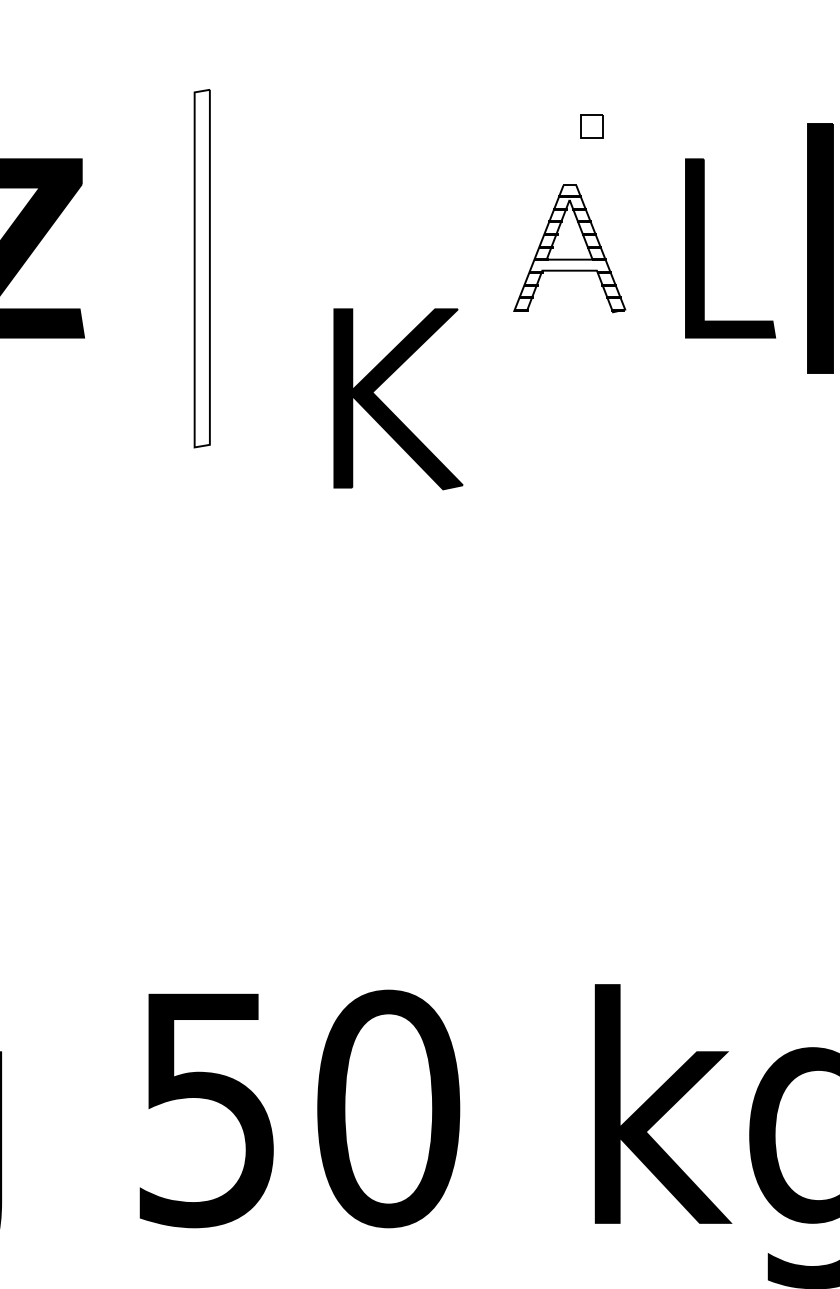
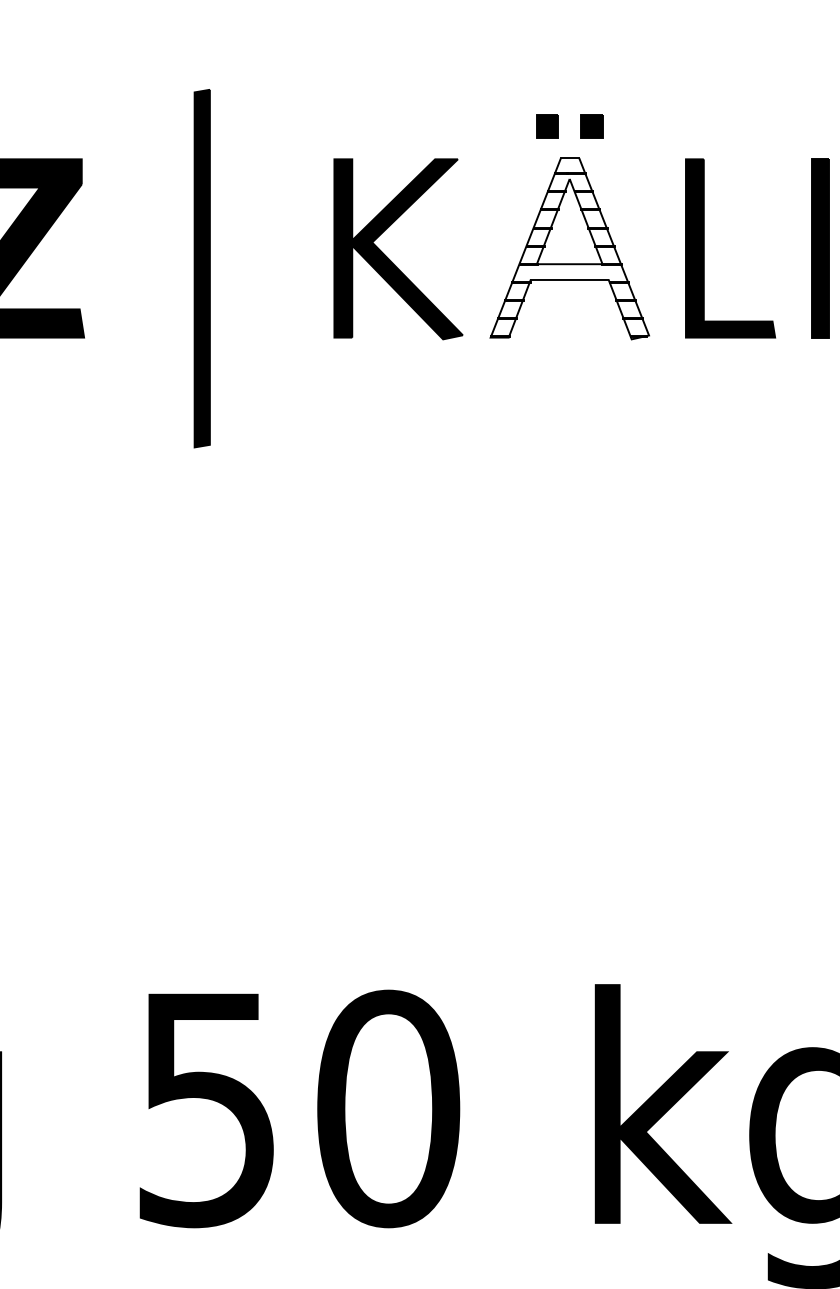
part at (547, 126): none -> present
fill at (591, 126): none -> present
part at (569, 248) size: 114x130 px -> 161x184 px
part at (820, 248) size: 27x251 px -> 19x181 px
fill at (201, 268): none -> present
part at (389, 408) position: (389, 408) -> (389, 258)
